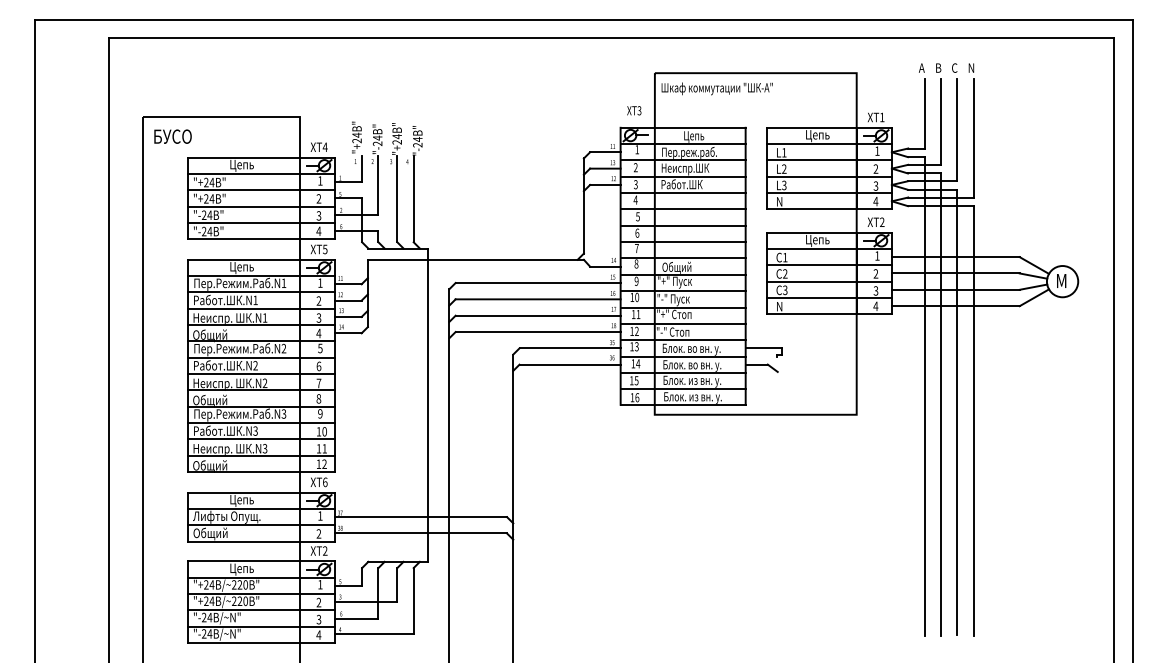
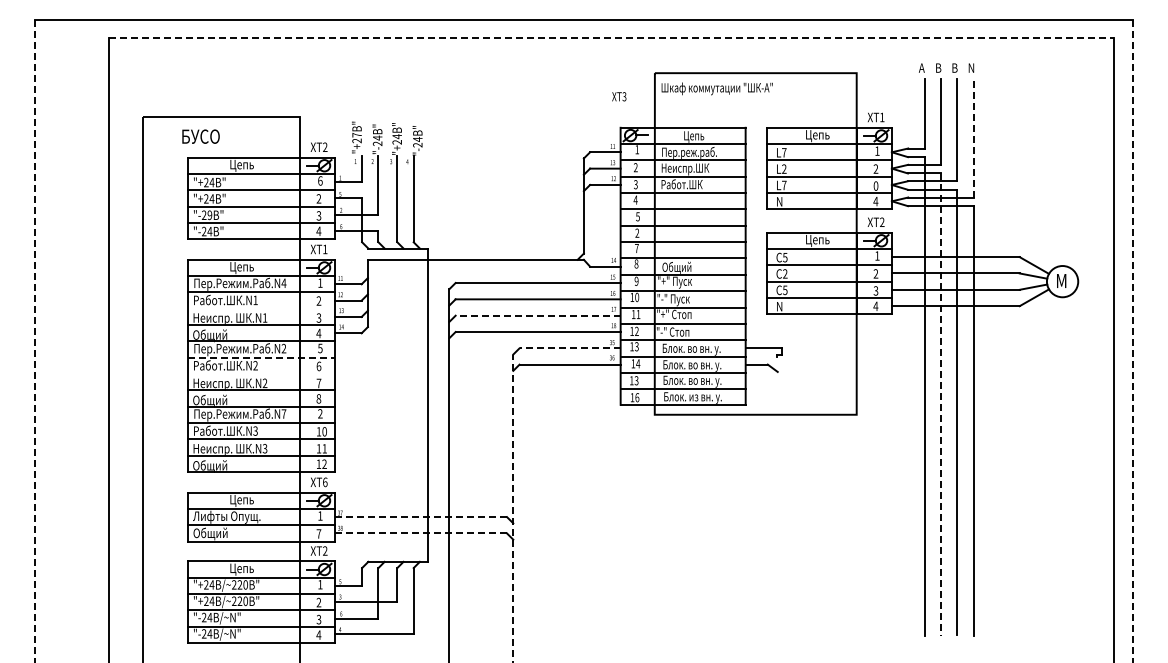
line at (611, 38): solid -> dashed
text at (954, 67): C -> B
text at (634, 110) position: (634, 110) -> (619, 96)
text at (356, 134): "+24 -> "+27
text at (172, 136) position: (172, 136) -> (200, 136)
line at (973, 137): solid -> dashed
text at (324, 146): XT4 -> XT2
text at (784, 152): L1 -> L7
text at (320, 180): 1 -> 6
text at (784, 185): L3 -> L7
text at (875, 185): 3 -> 0
text at (209, 215): "-24 -> "-29
text at (637, 232): 6 -> 2
text at (325, 249): XT5 -> XT1
text at (785, 257): C1 -> C5
text at (283, 282): .N1 -> .N4
text at (785, 289): C3 -> C5
line at (260, 308): present -> none
line at (537, 315): solid -> dashed
line at (35, 341): solid -> dashed
line at (1132, 341): solid -> dashed
line at (570, 348): solid -> dashed
line at (261, 357): solid -> dashed
line at (260, 374): present -> none
text at (636, 378): 15 -> 13
text at (705, 382): Блок. из вн. у. -> Блок. во вн. у.
line at (940, 405): solid -> dashed
text at (283, 413): .N3 -> .N7
text at (320, 413): 9 -> 2
line at (513, 508): solid -> dashed
line at (421, 517): solid -> dashed
text at (318, 533): 2 -> 7
line at (421, 533): solid -> dashed
